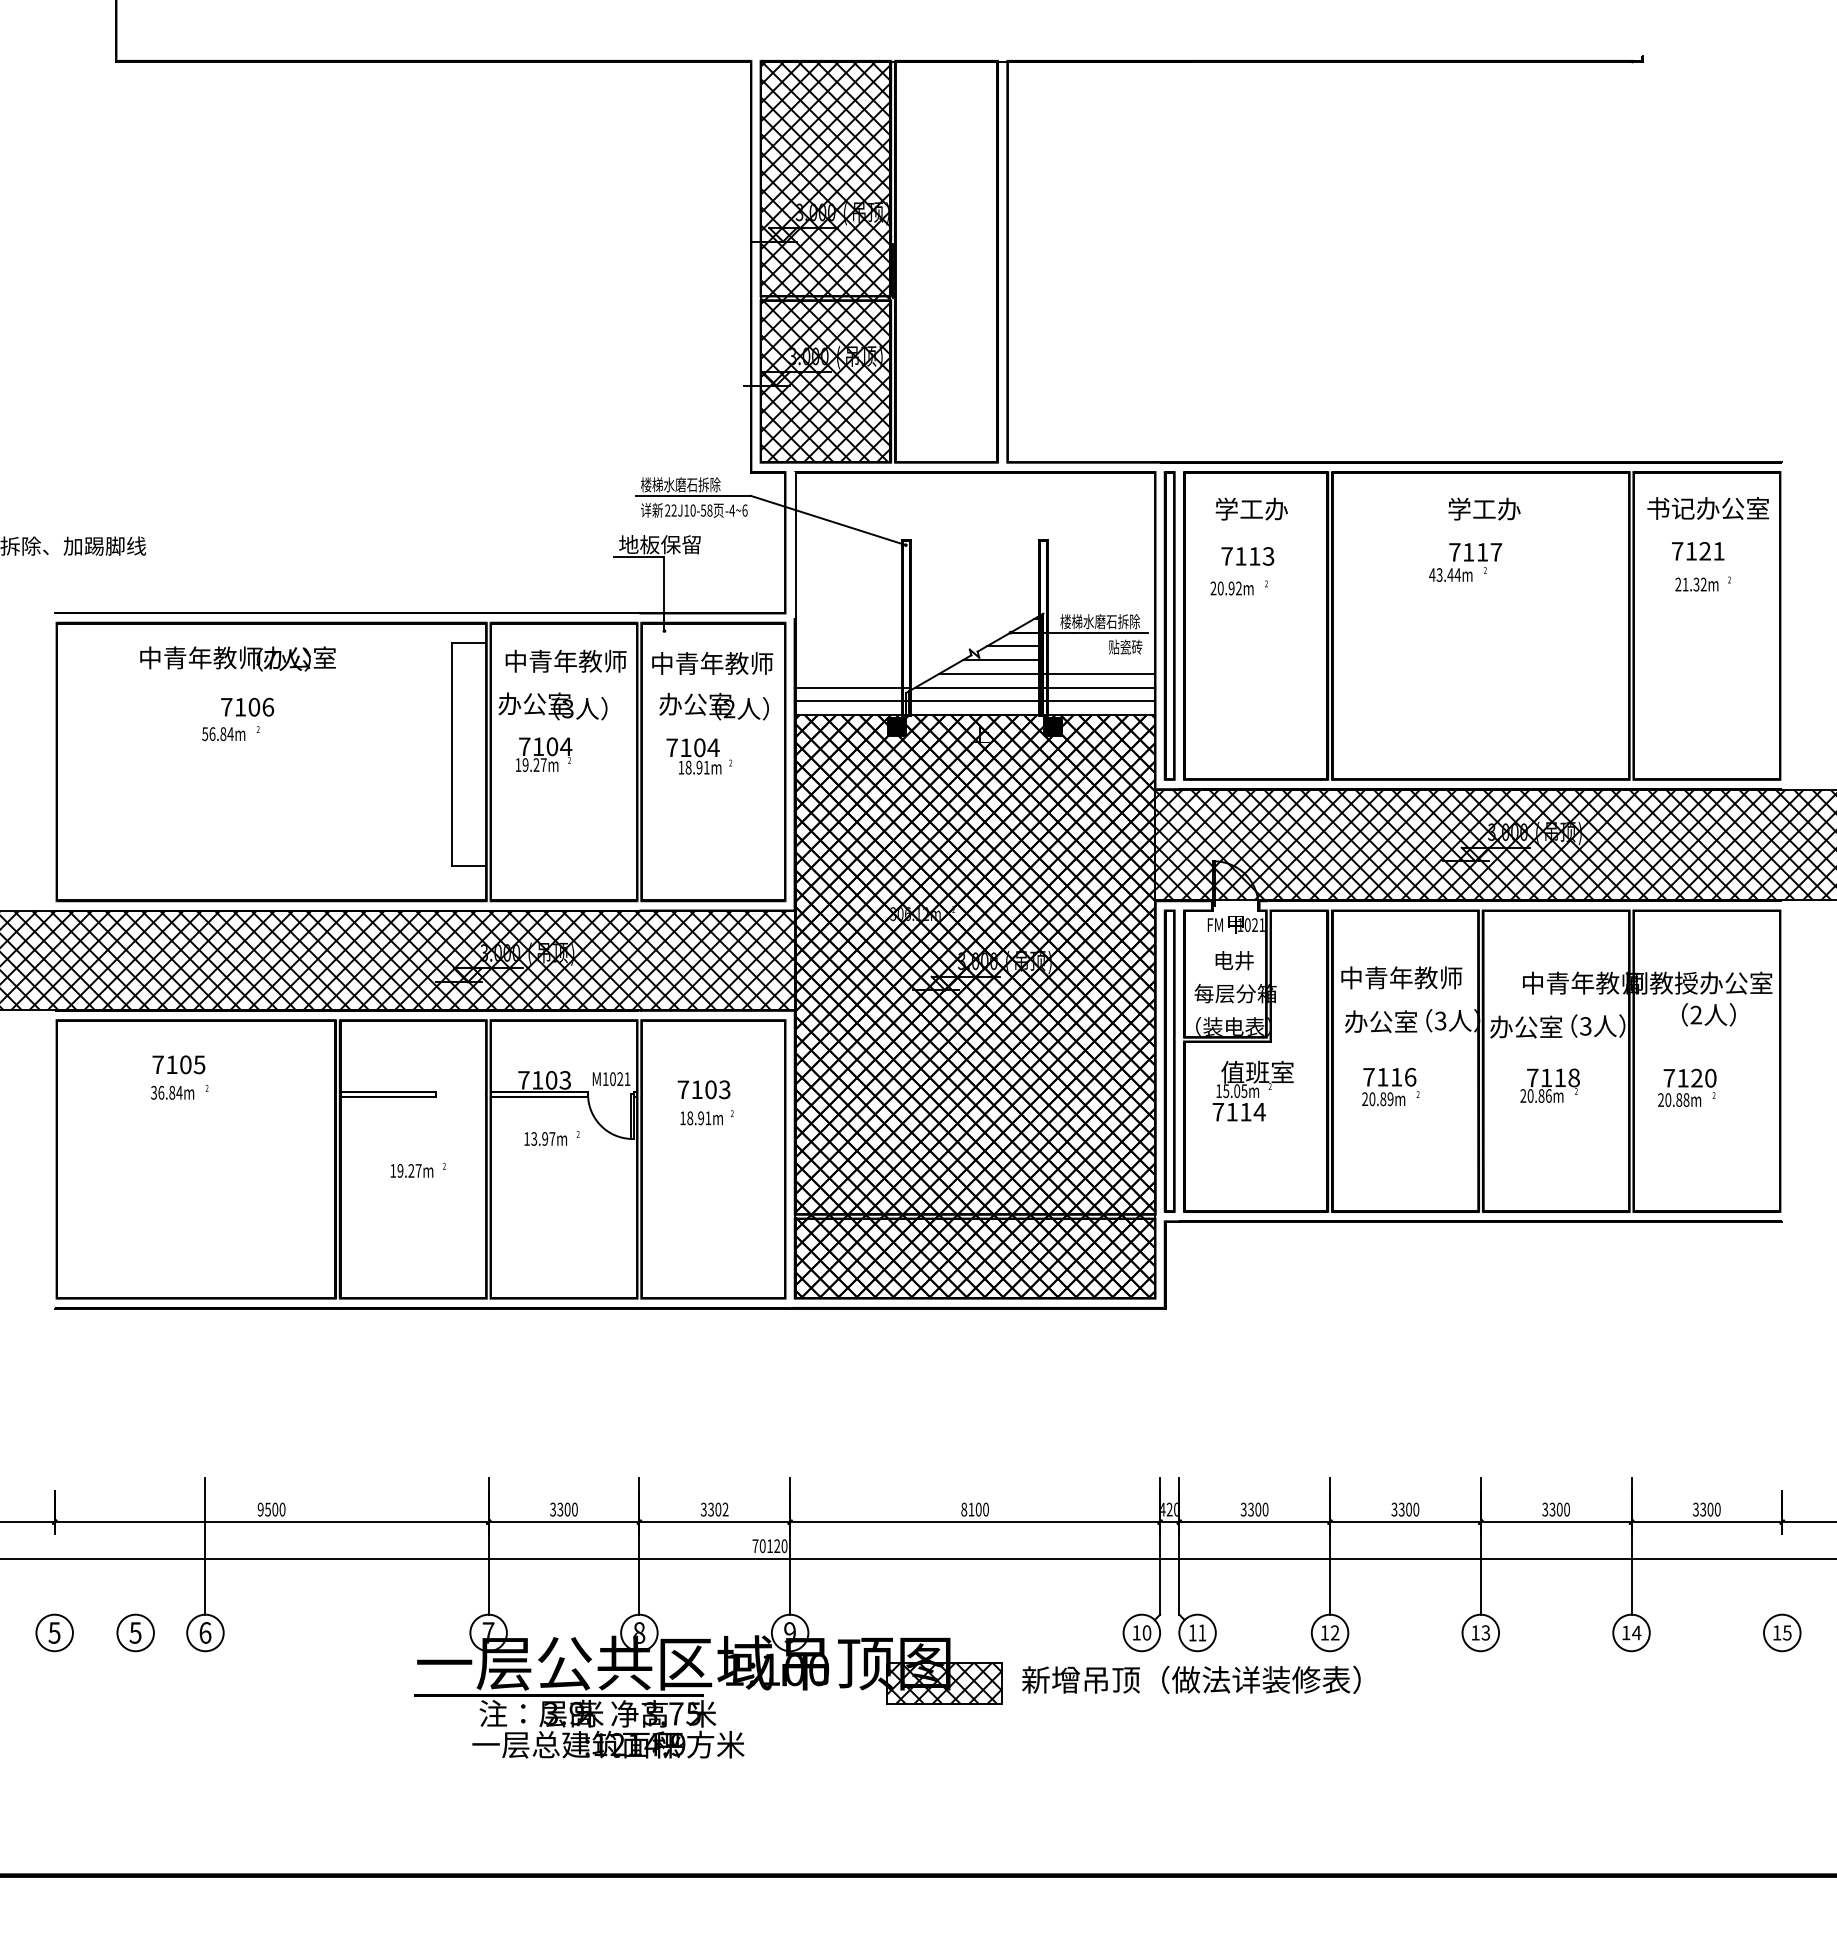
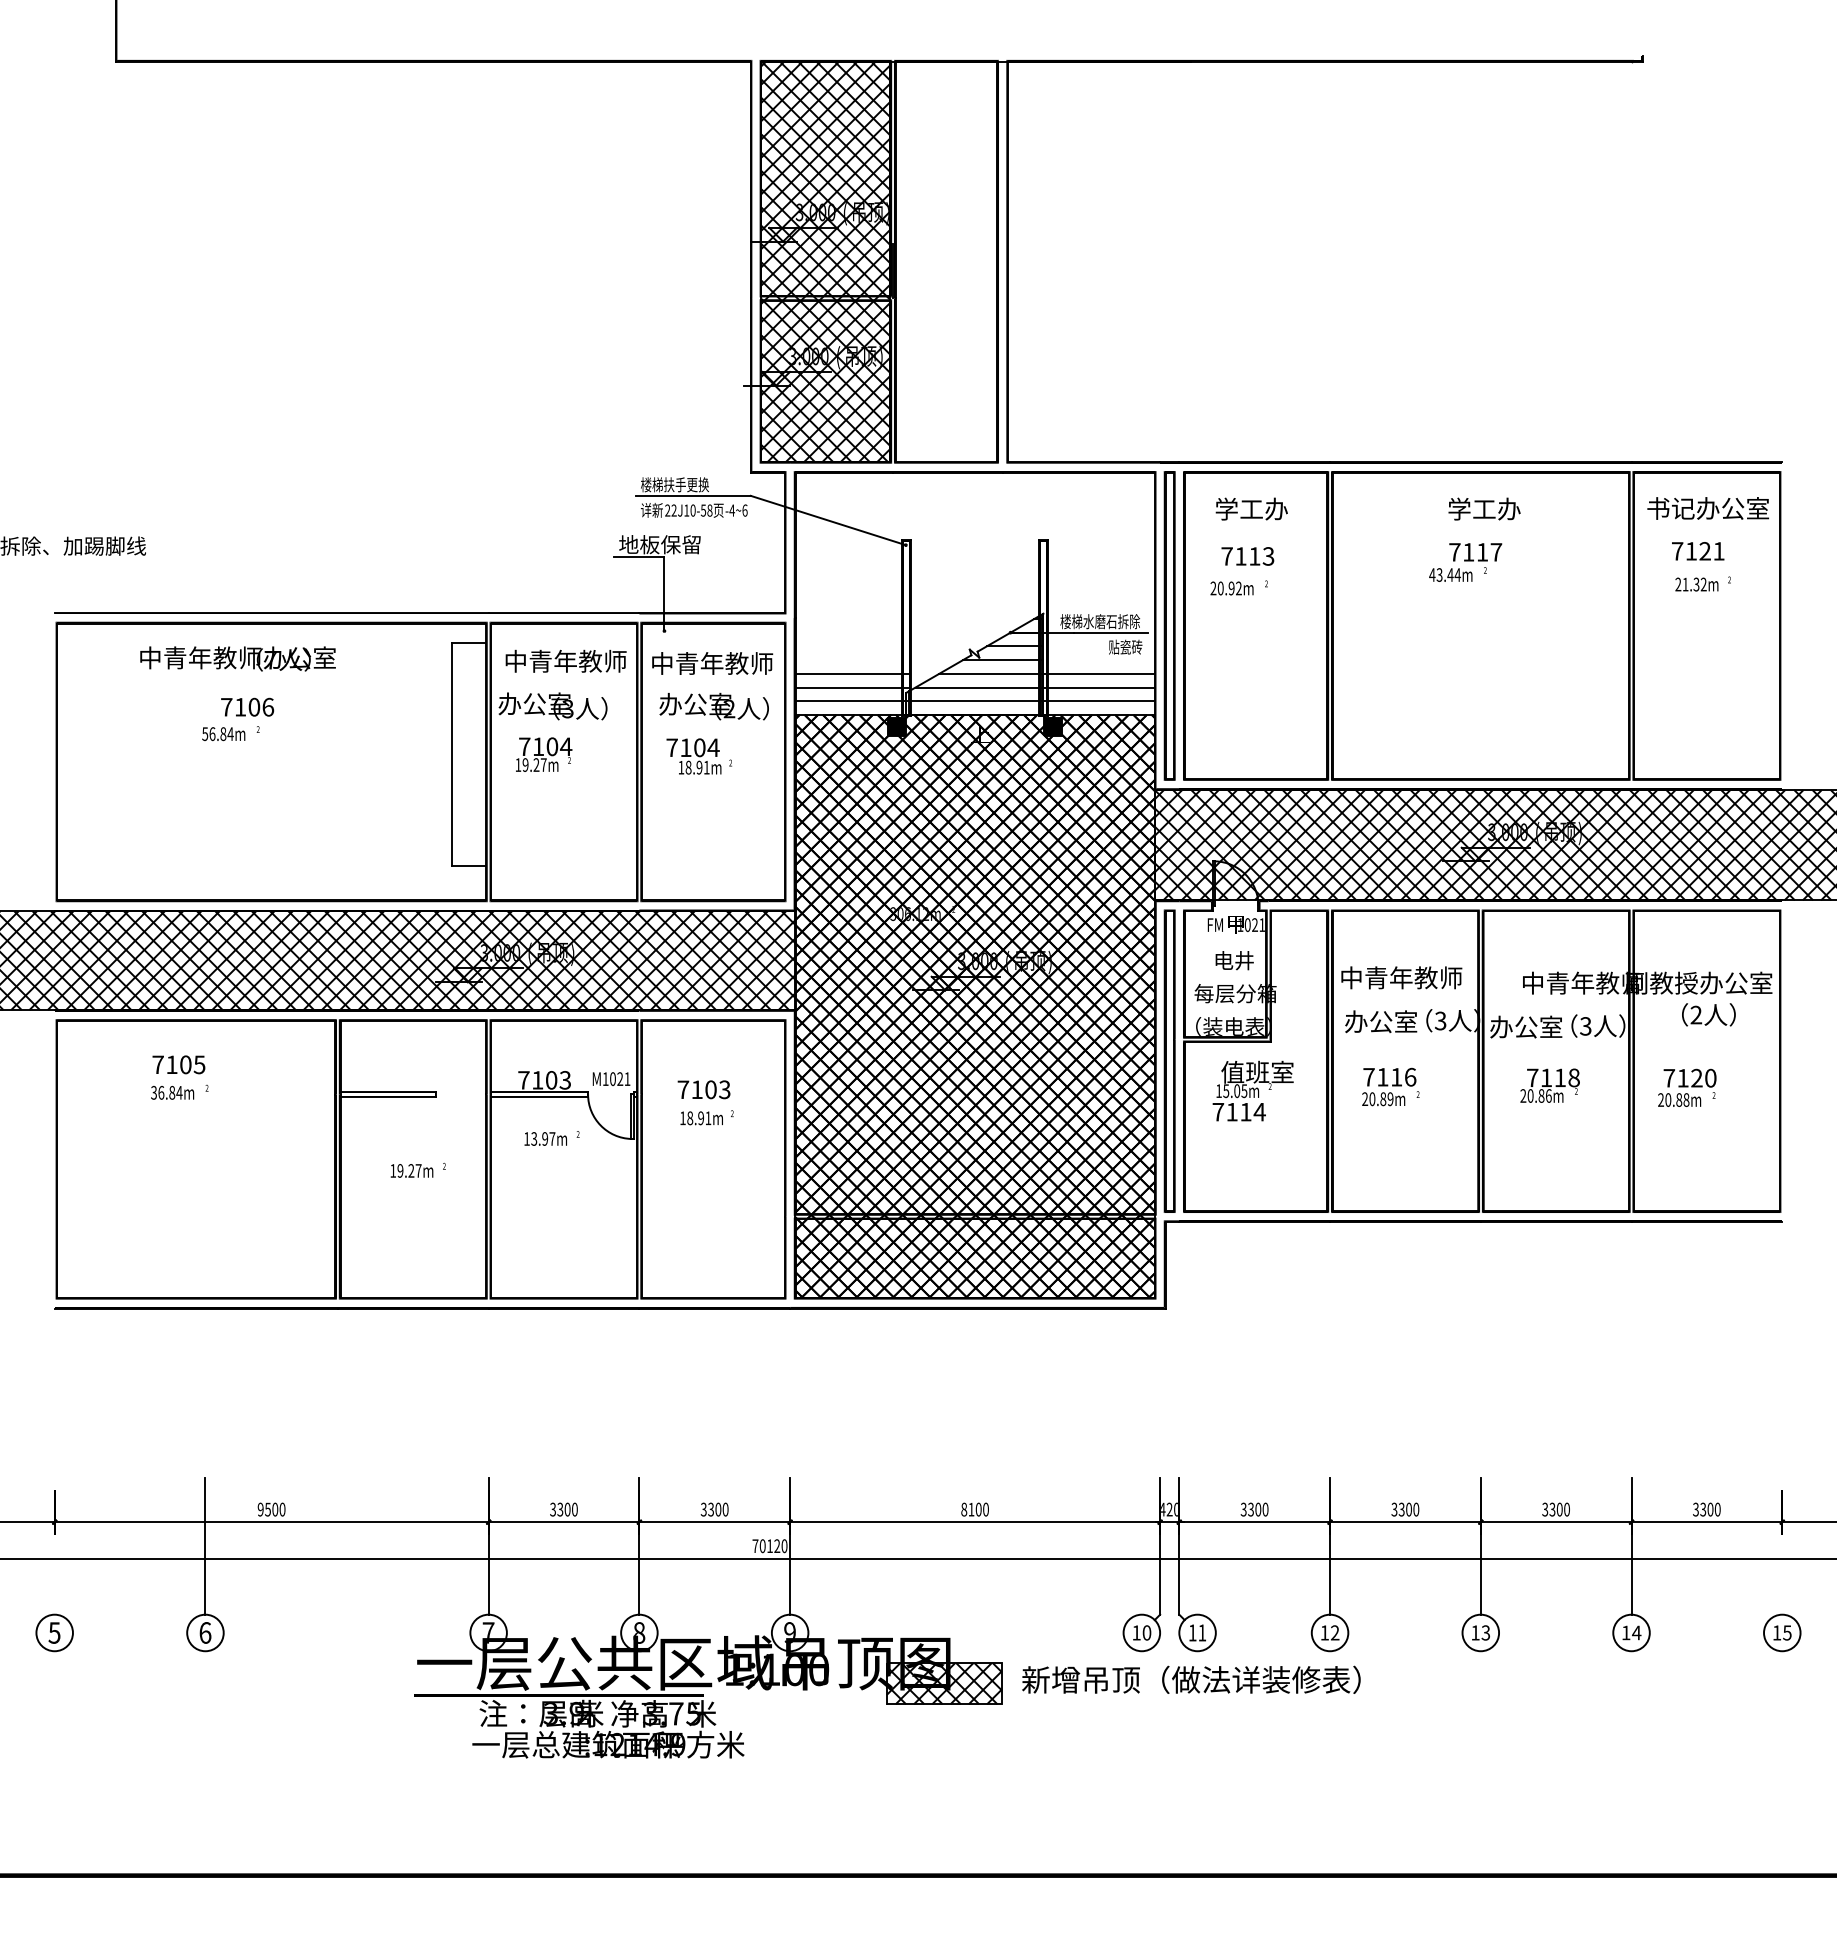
text at (692, 484): 楼梯水磨石拆除 -> 楼梯扶手更换
fill at (794, 544): none -> present
line at (852, 673): none -> present
text at (725, 1509): 3302 -> 3300
part at (135, 1632): present -> none
